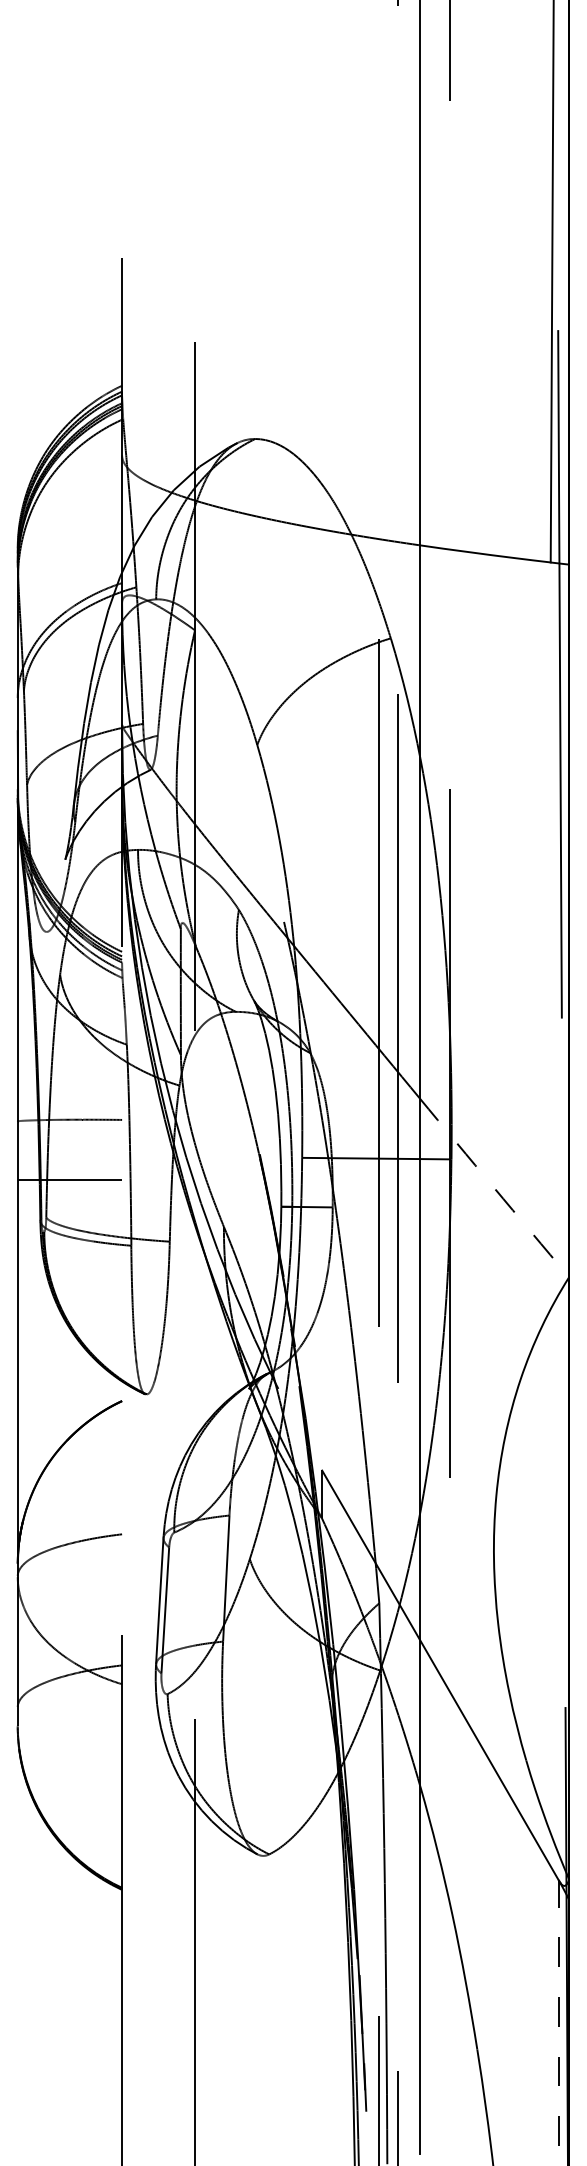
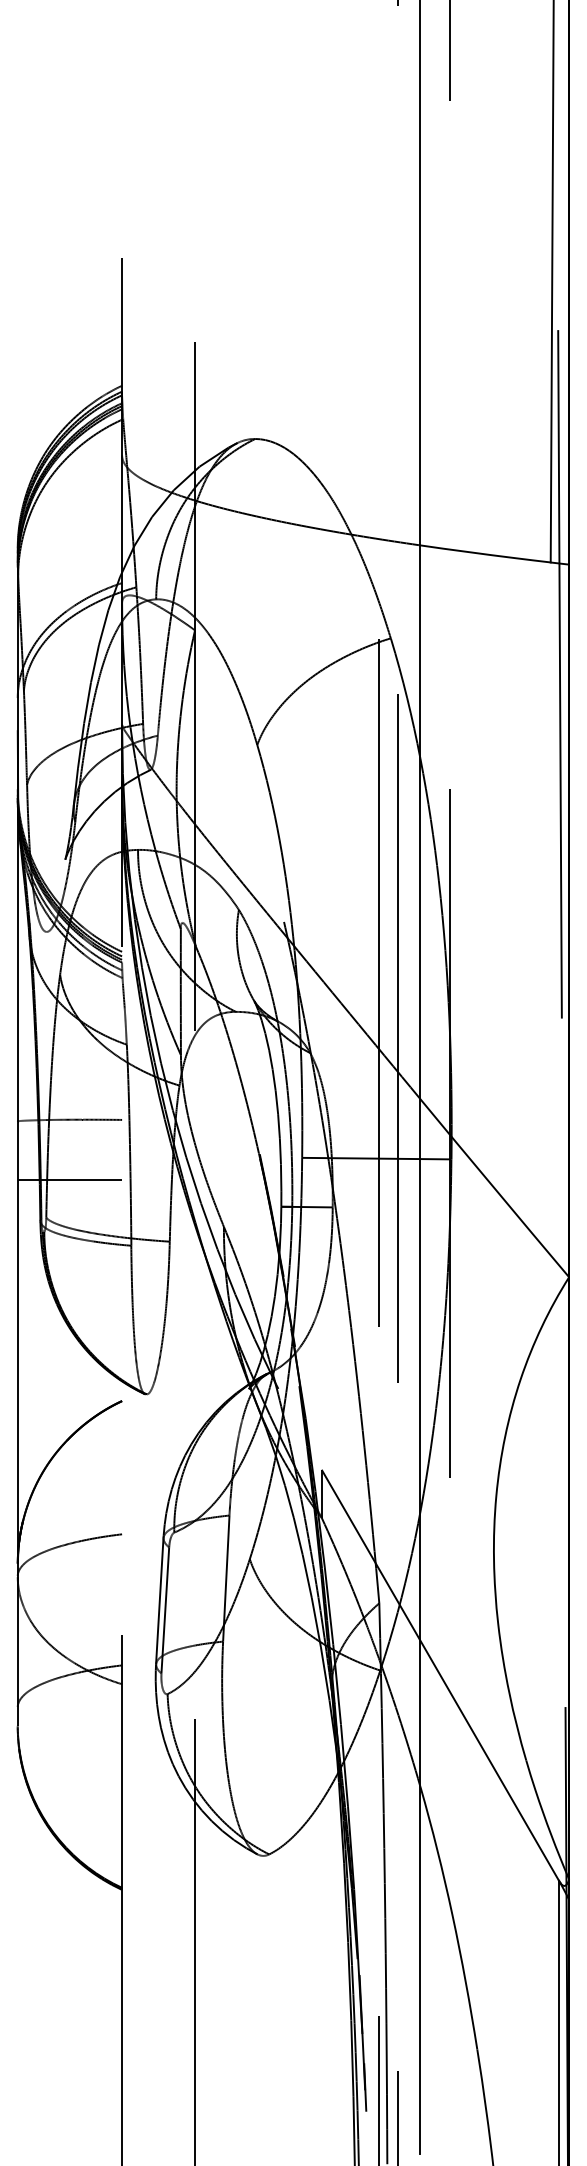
arc at (494, 1187): dashed -> solid
line at (559, 2022): dashed -> solid
